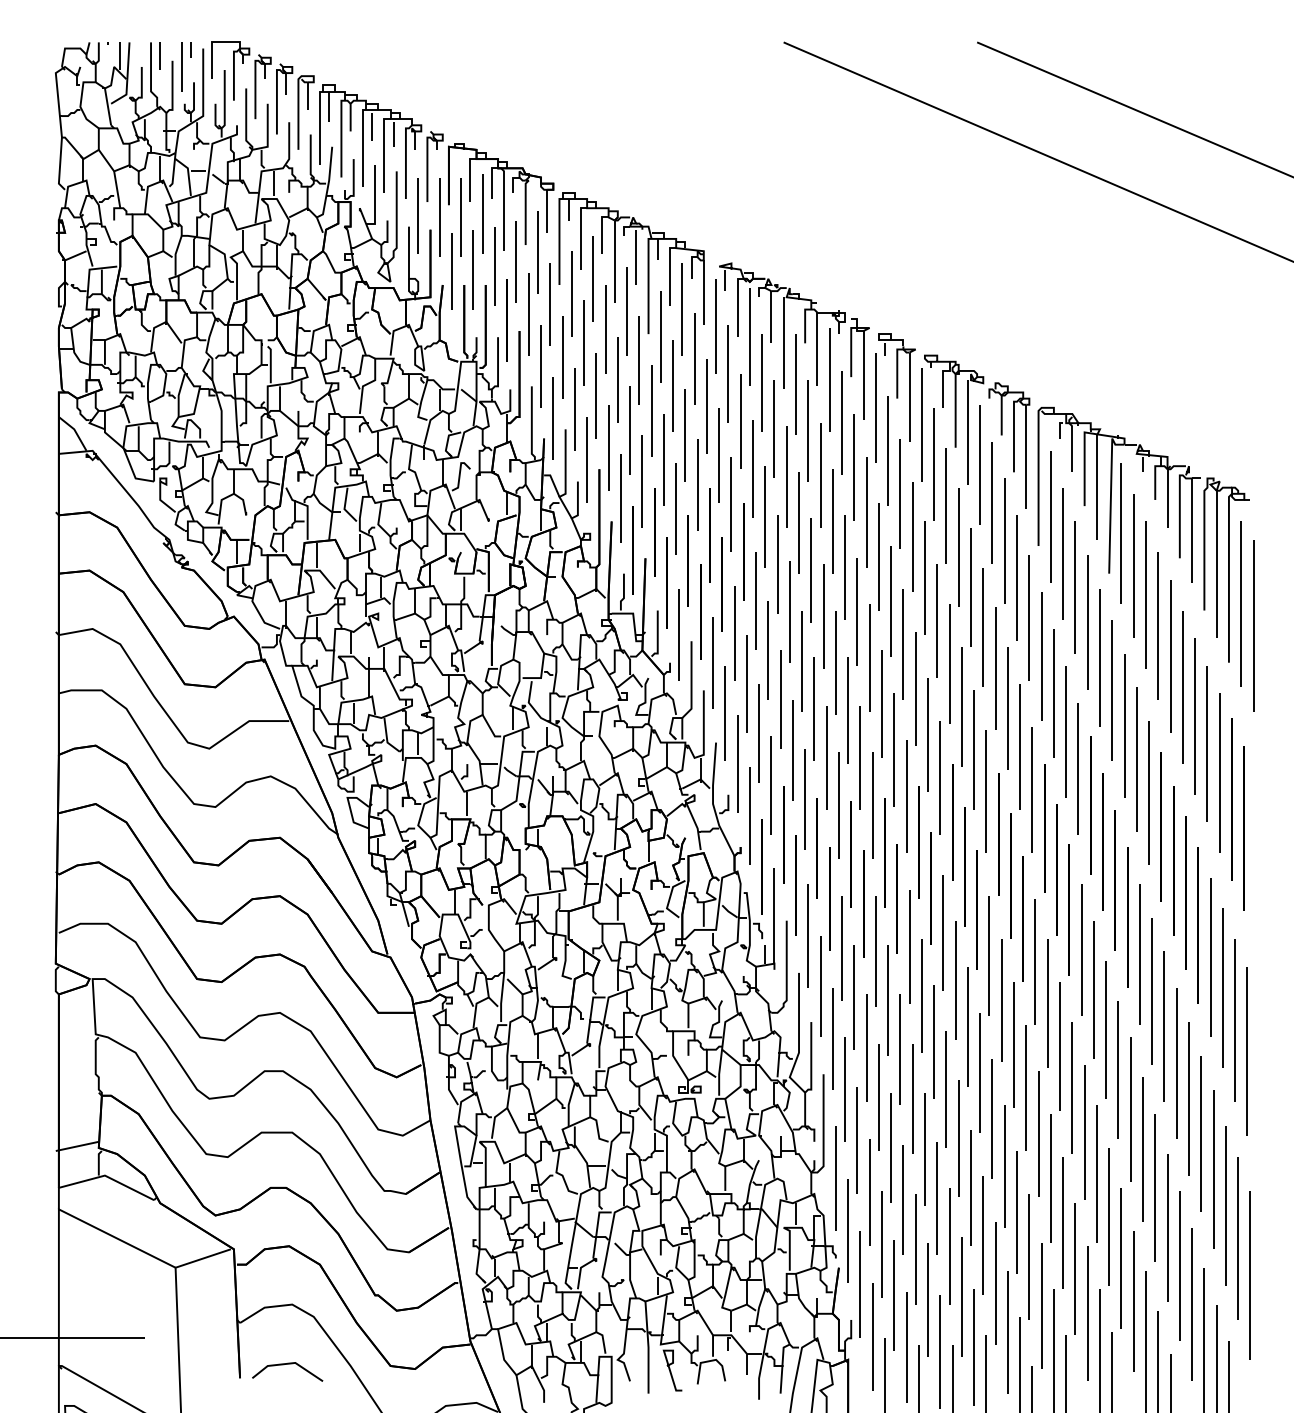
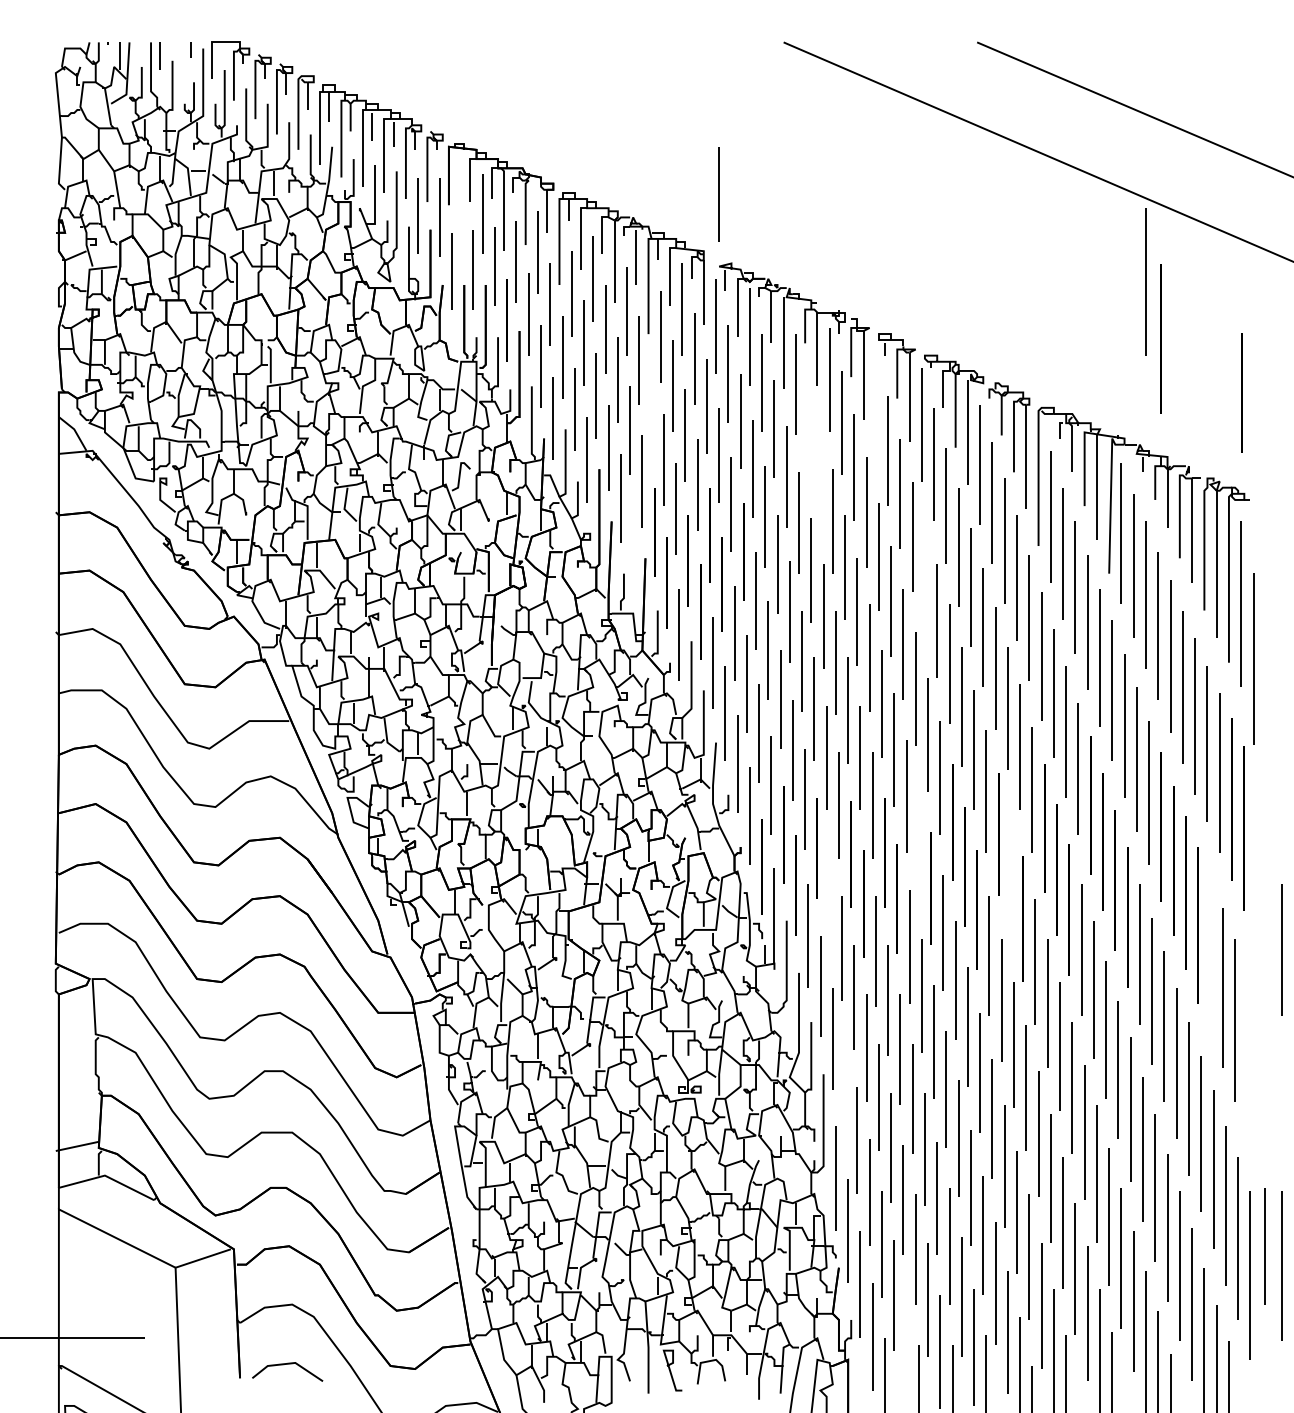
line at (181, 66): present -> none
line at (718, 194): none -> present
line at (460, 217): present -> none
line at (1145, 281): none -> present
line at (1160, 338): none -> present
line at (1241, 392): none -> present
line at (875, 407): present -> none
line at (651, 410): present -> none
line at (807, 430): present -> none
line at (820, 475): present -> none
line at (632, 550): present -> none
line at (924, 577): present -> none
line at (1253, 625) position: (1253, 625) -> (1253, 658)
line at (918, 842): present -> none
line at (1010, 875): present -> none
line at (829, 898): present -> none
line at (1281, 949): none -> present
line at (1210, 957): present -> none
line at (1246, 1051): present -> none
line at (844, 1089): present -> none
line at (1264, 1246): none -> present
line at (1281, 1265): none -> present
line at (906, 1347): present -> none
